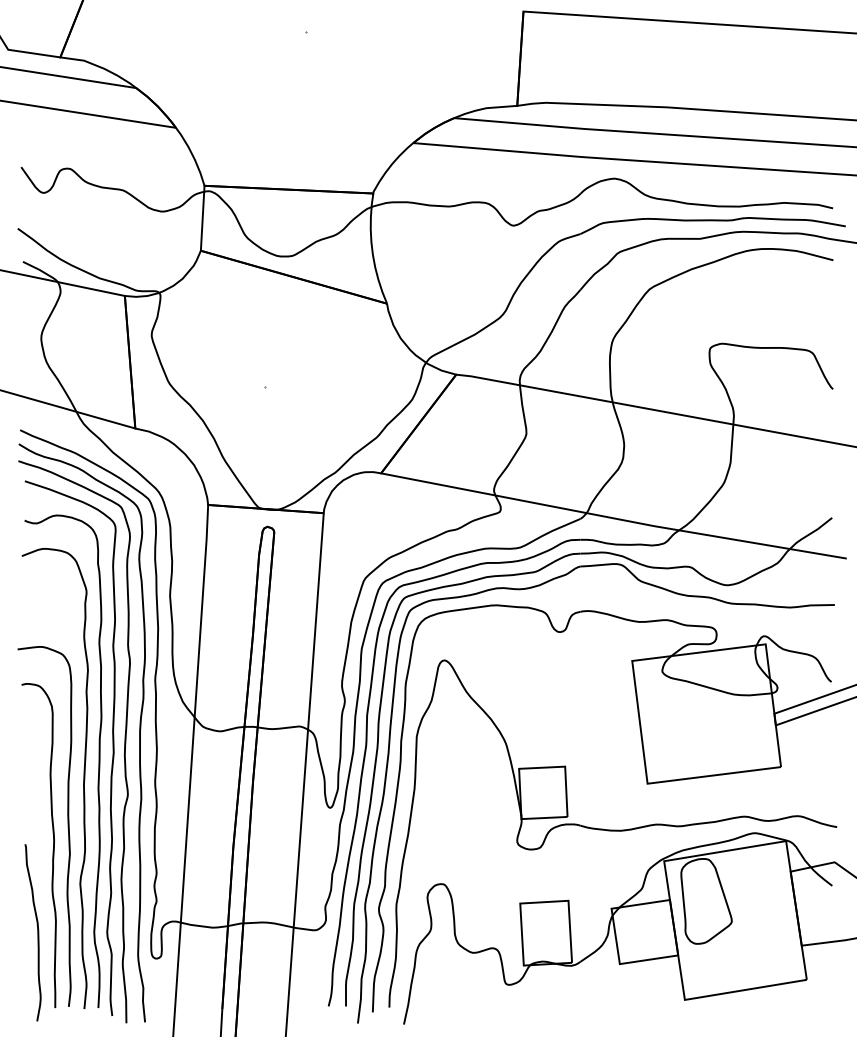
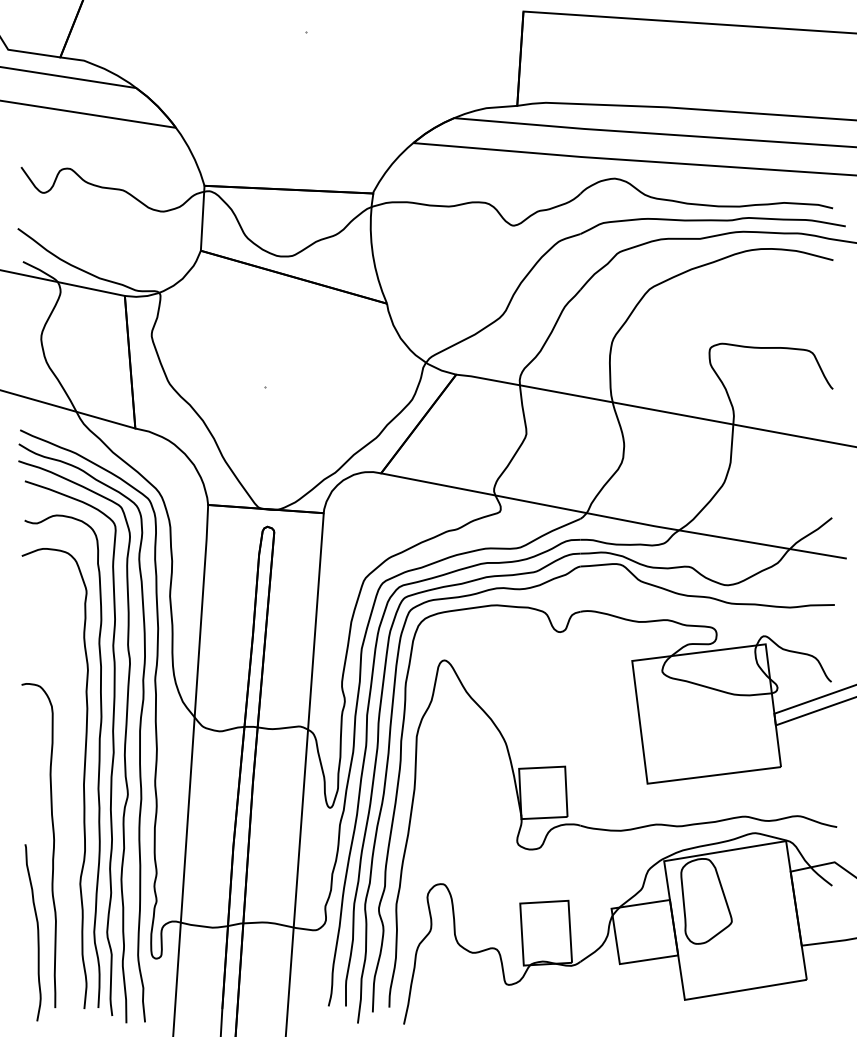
curve at (67, 826): present -> none
